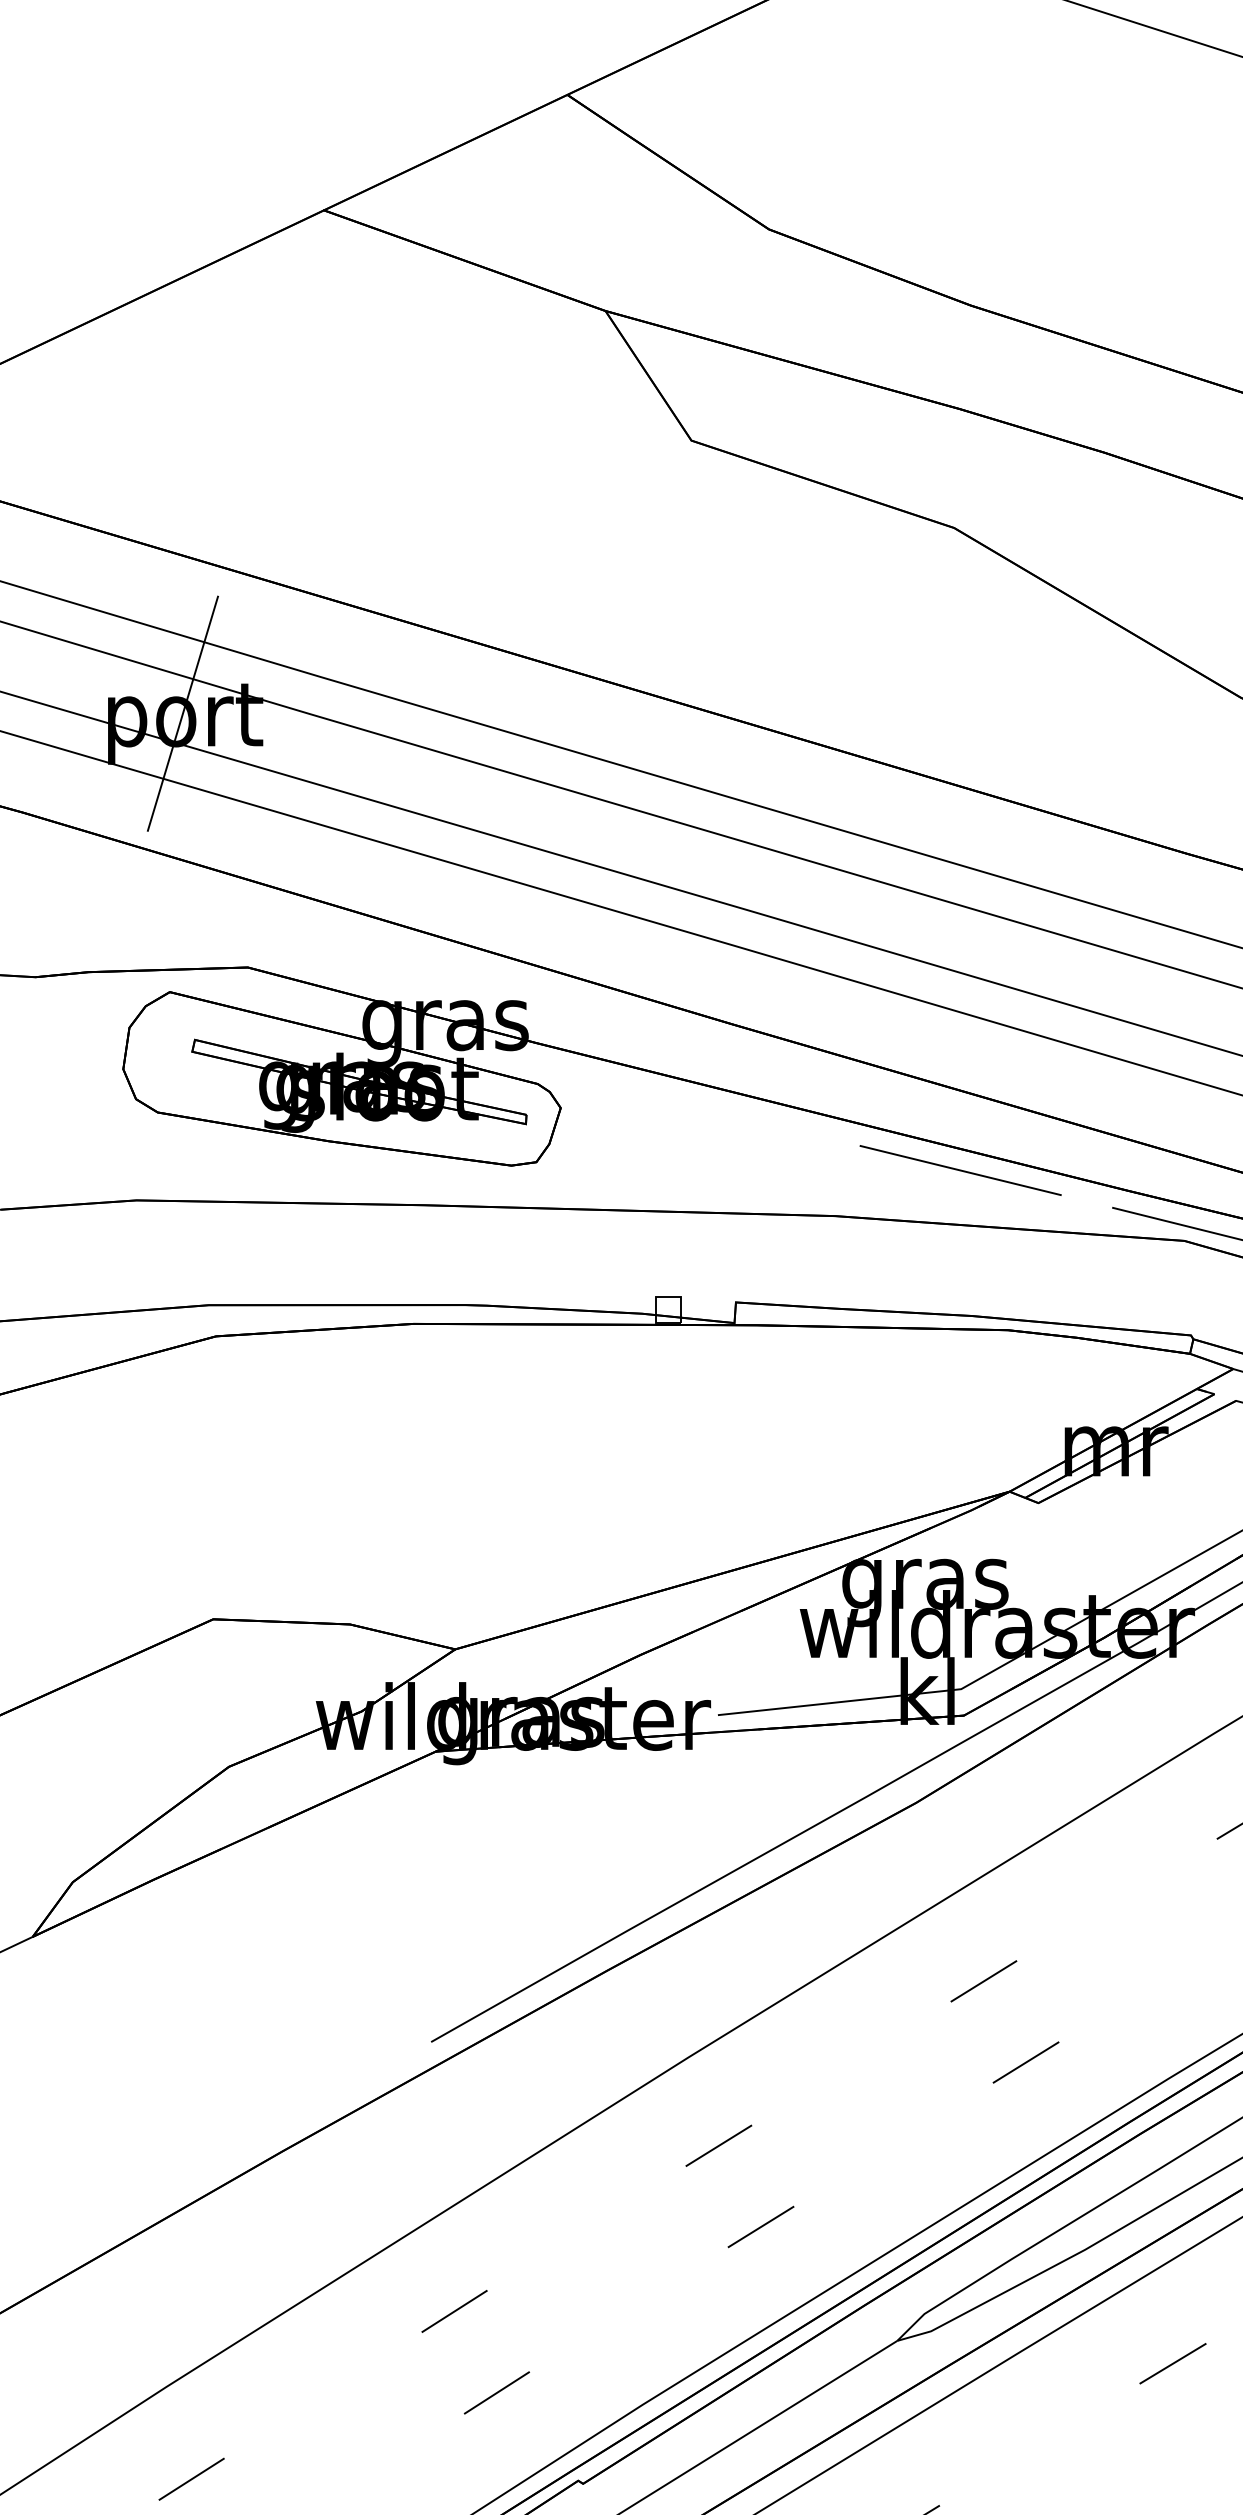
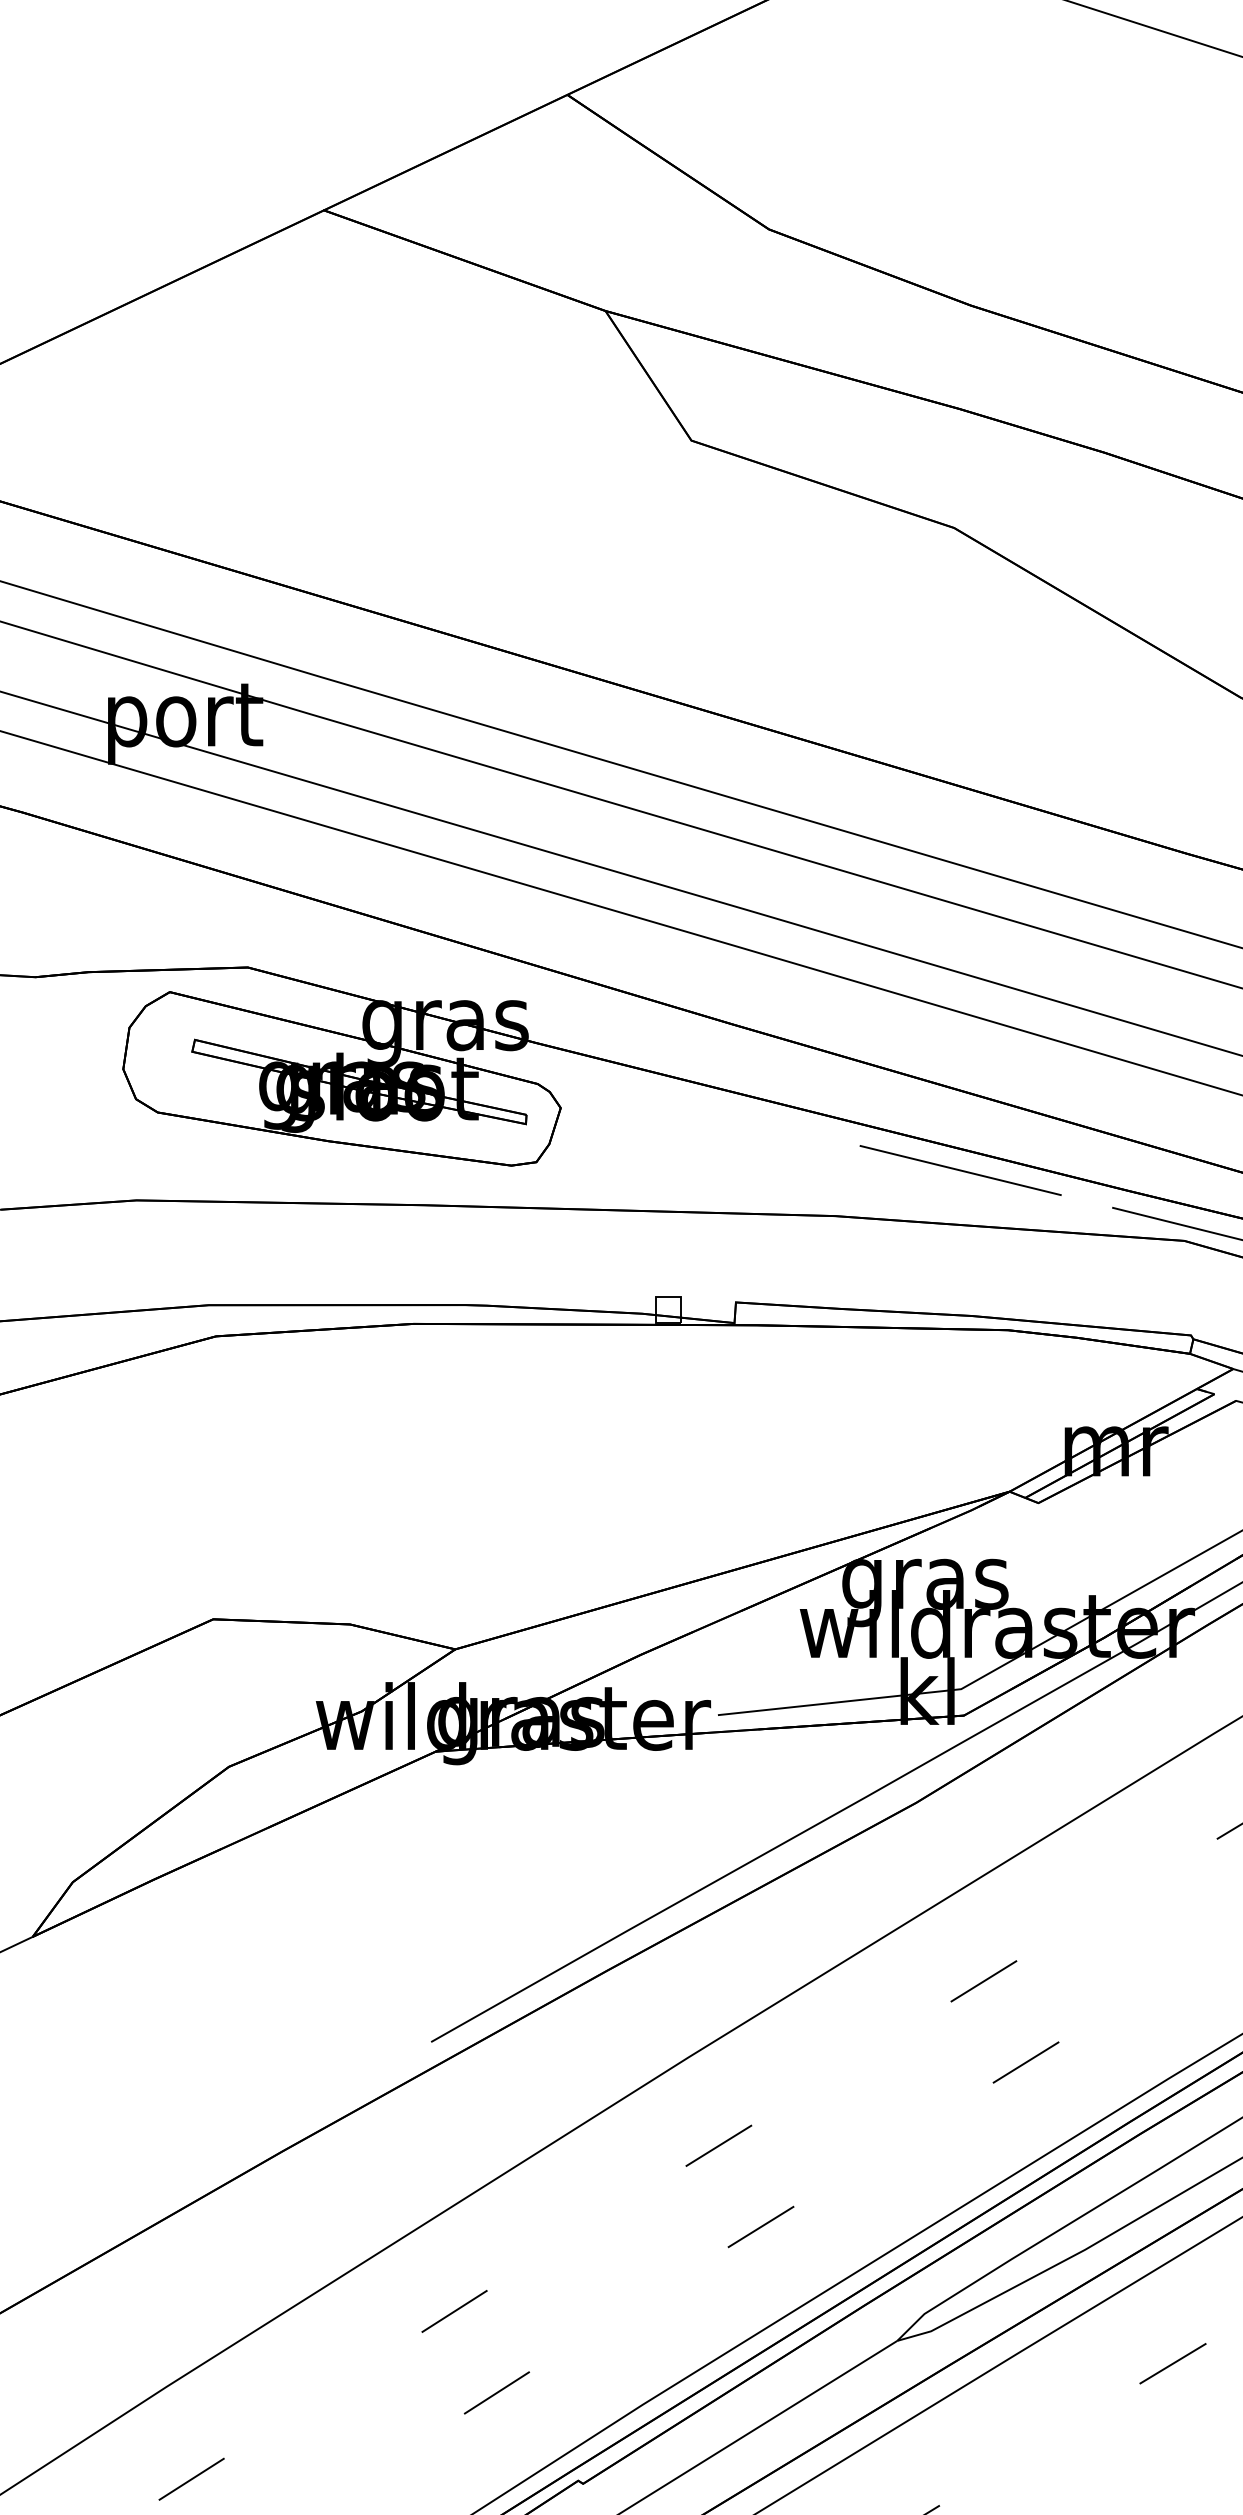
line at (182, 713): present -> none
